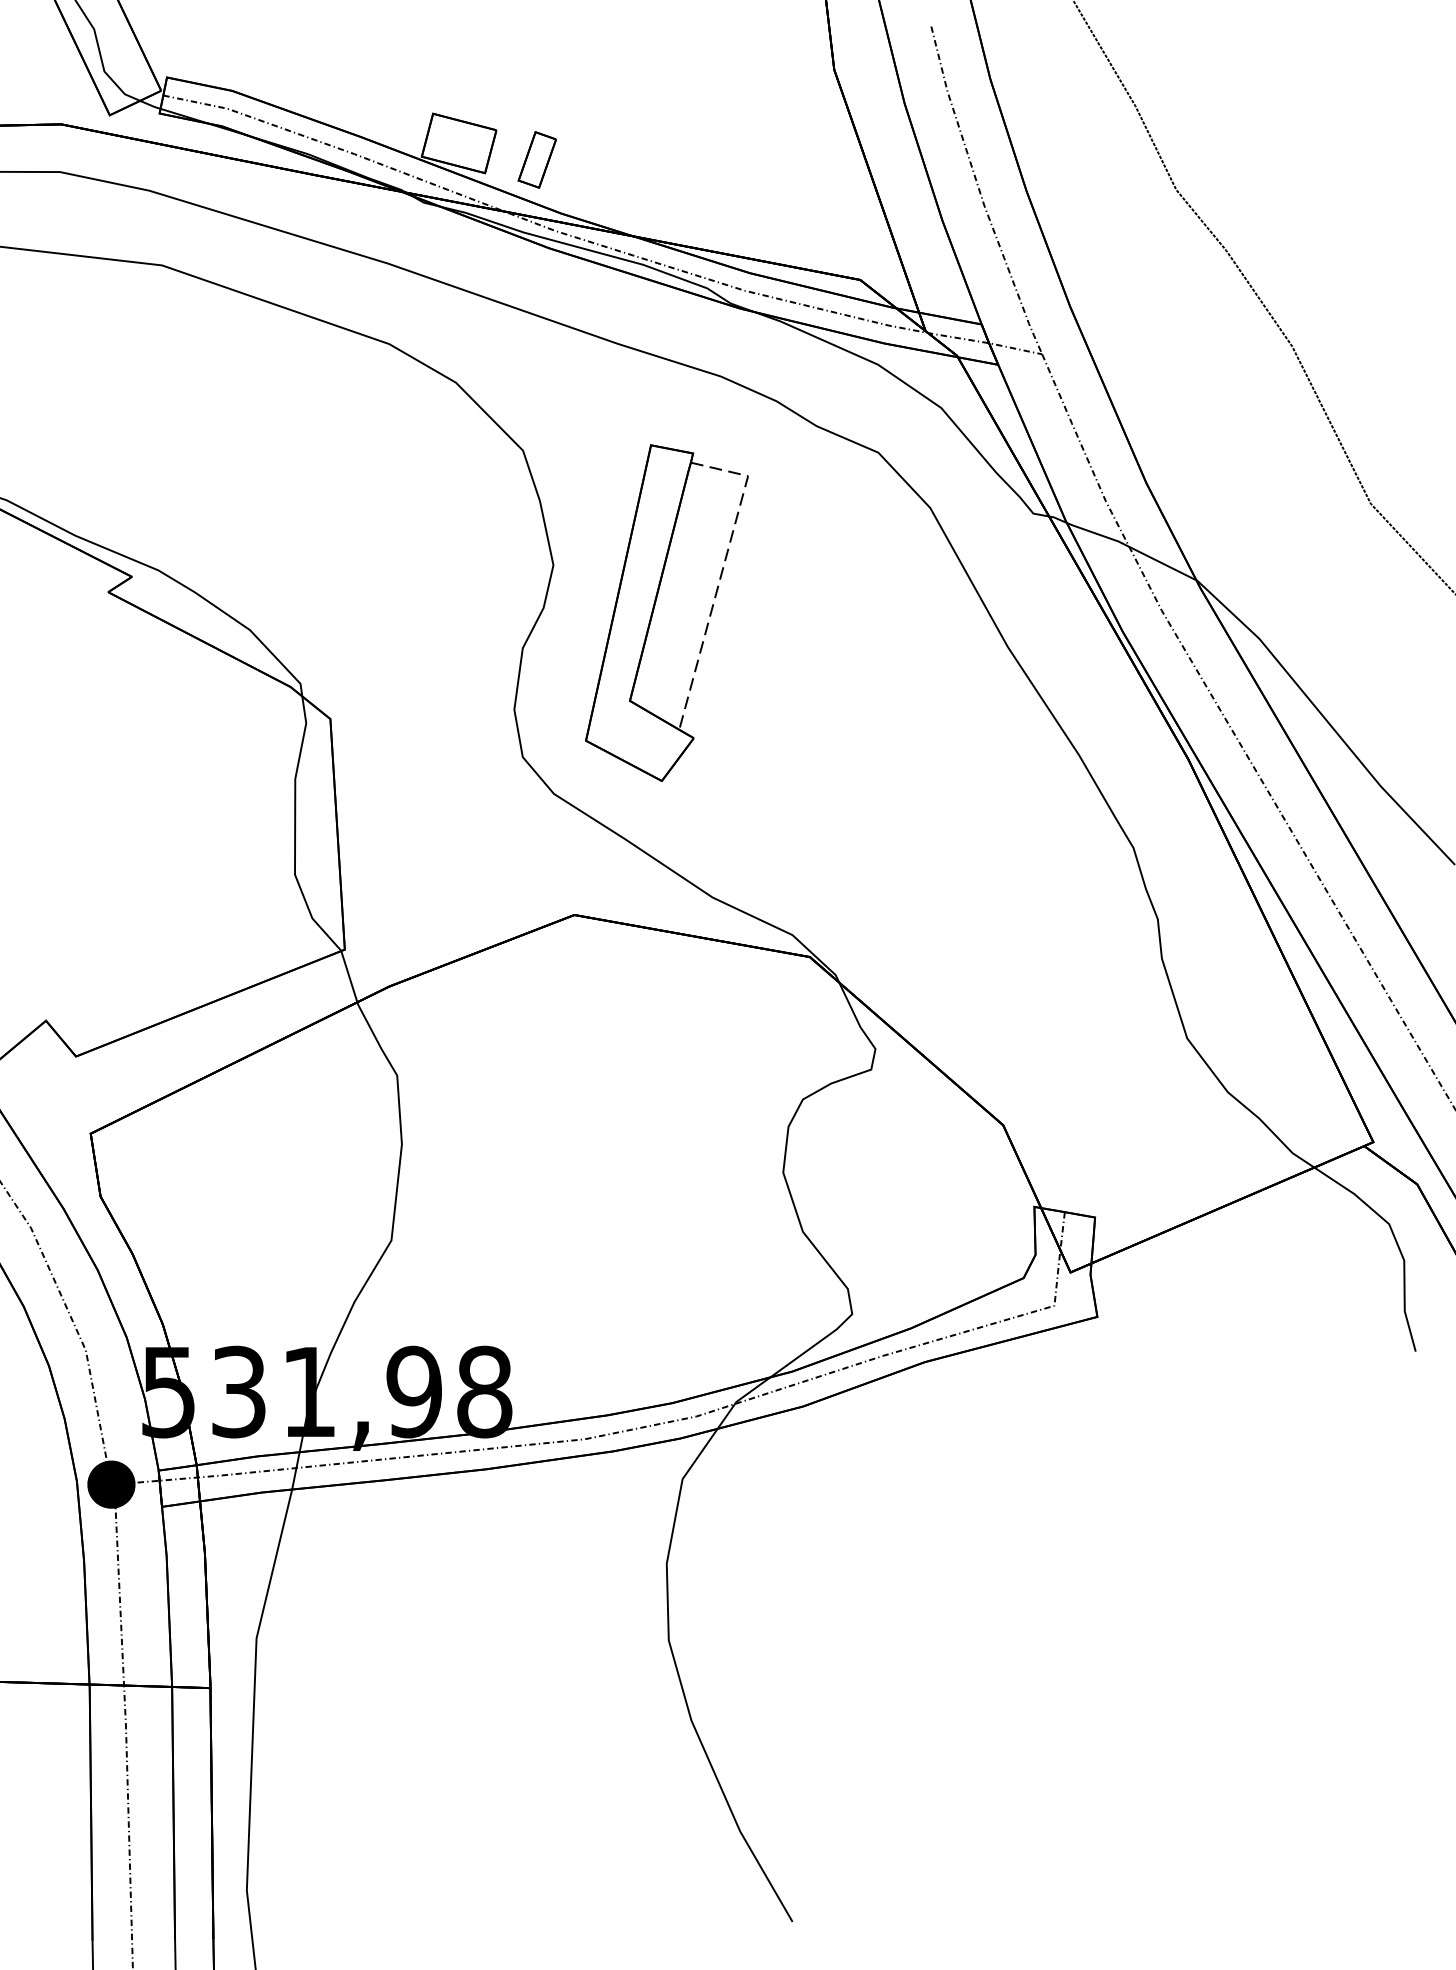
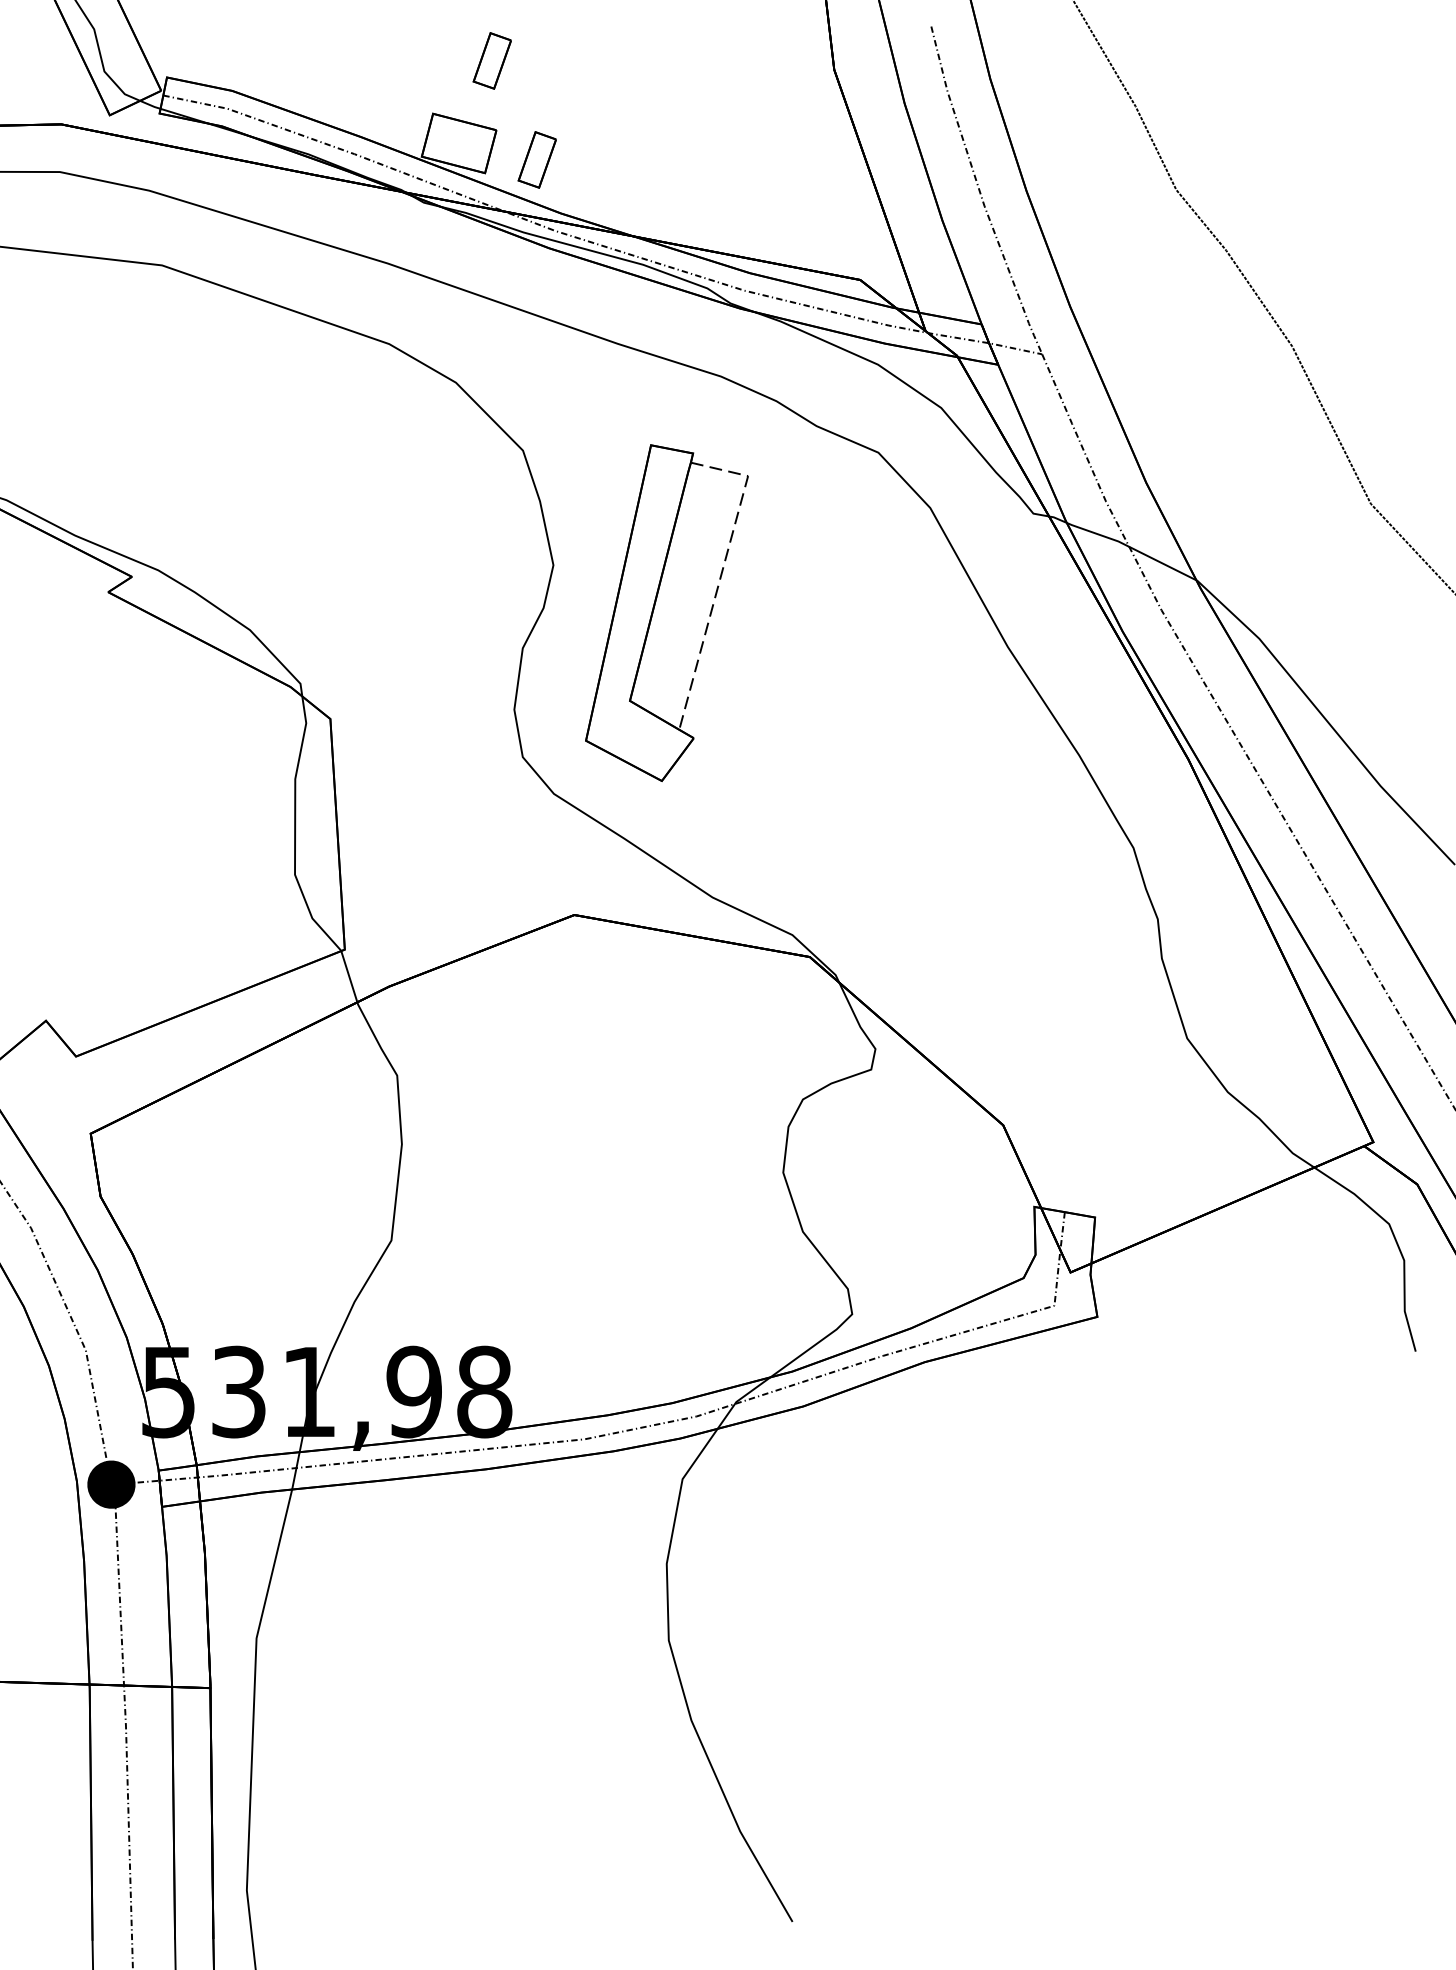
part at (491, 60): none -> present
